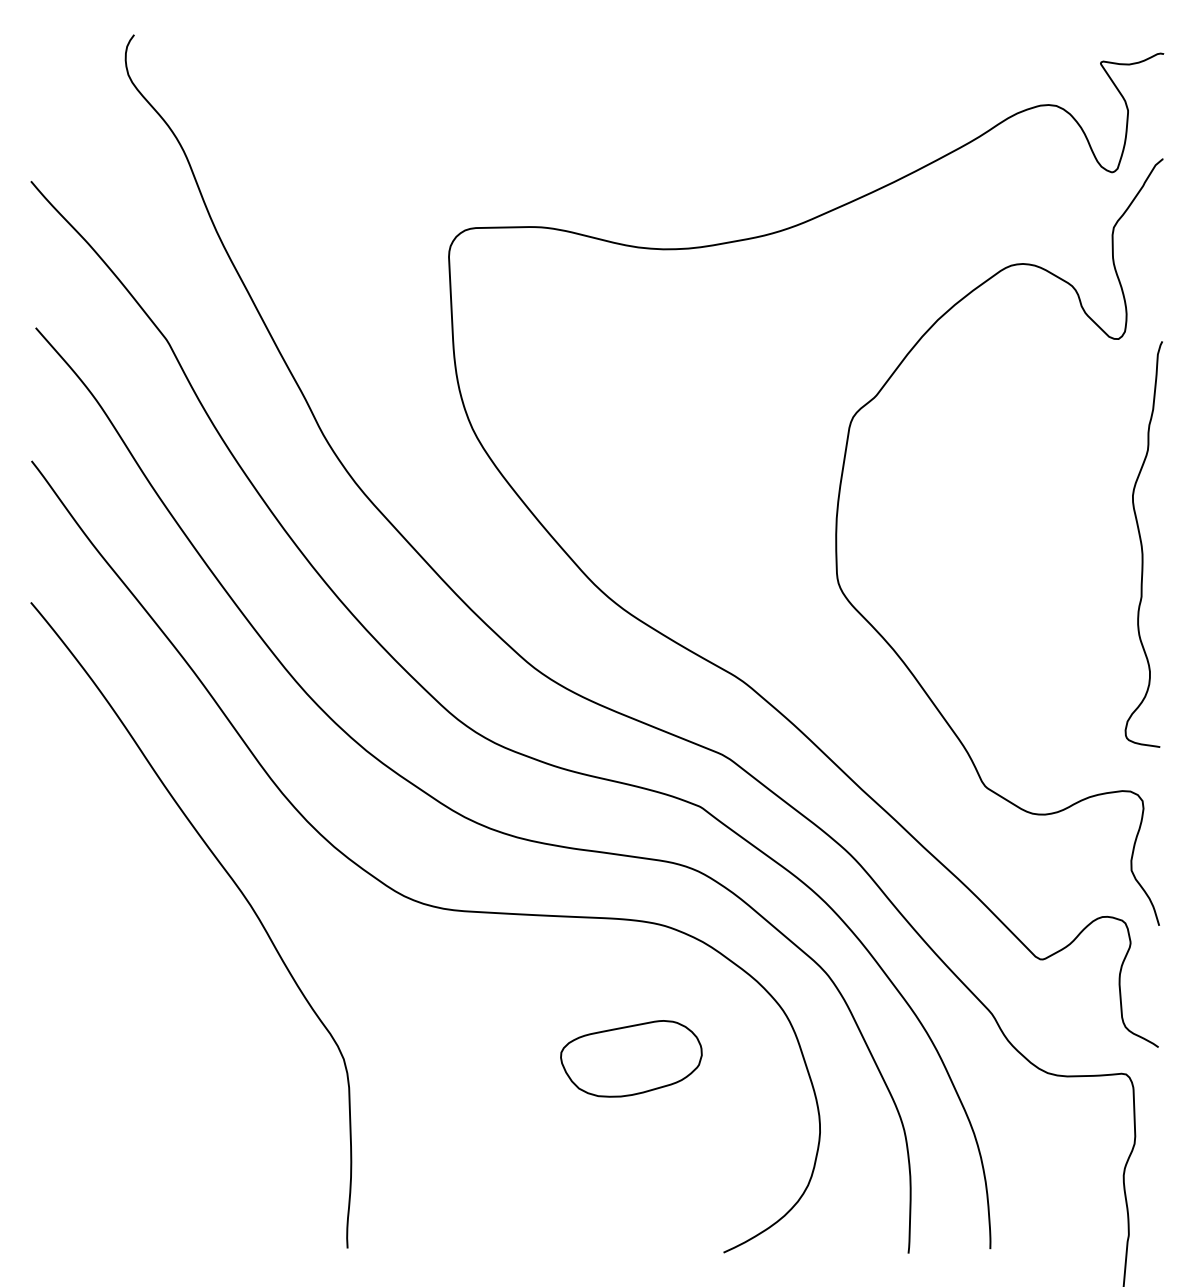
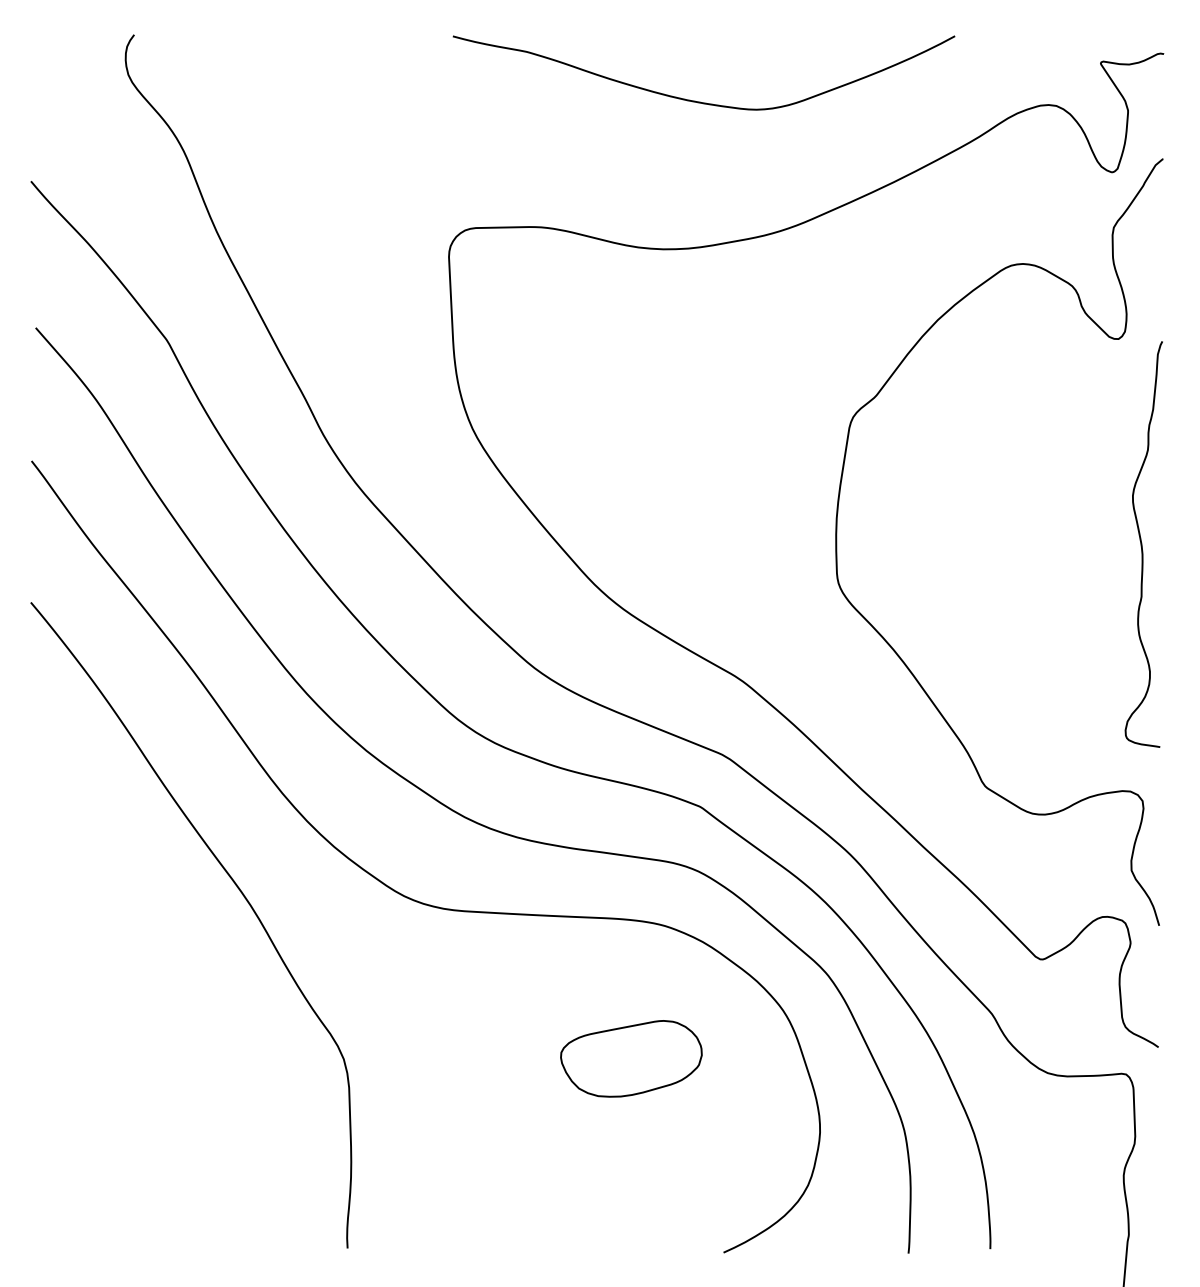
curve at (695, 100): none -> present
